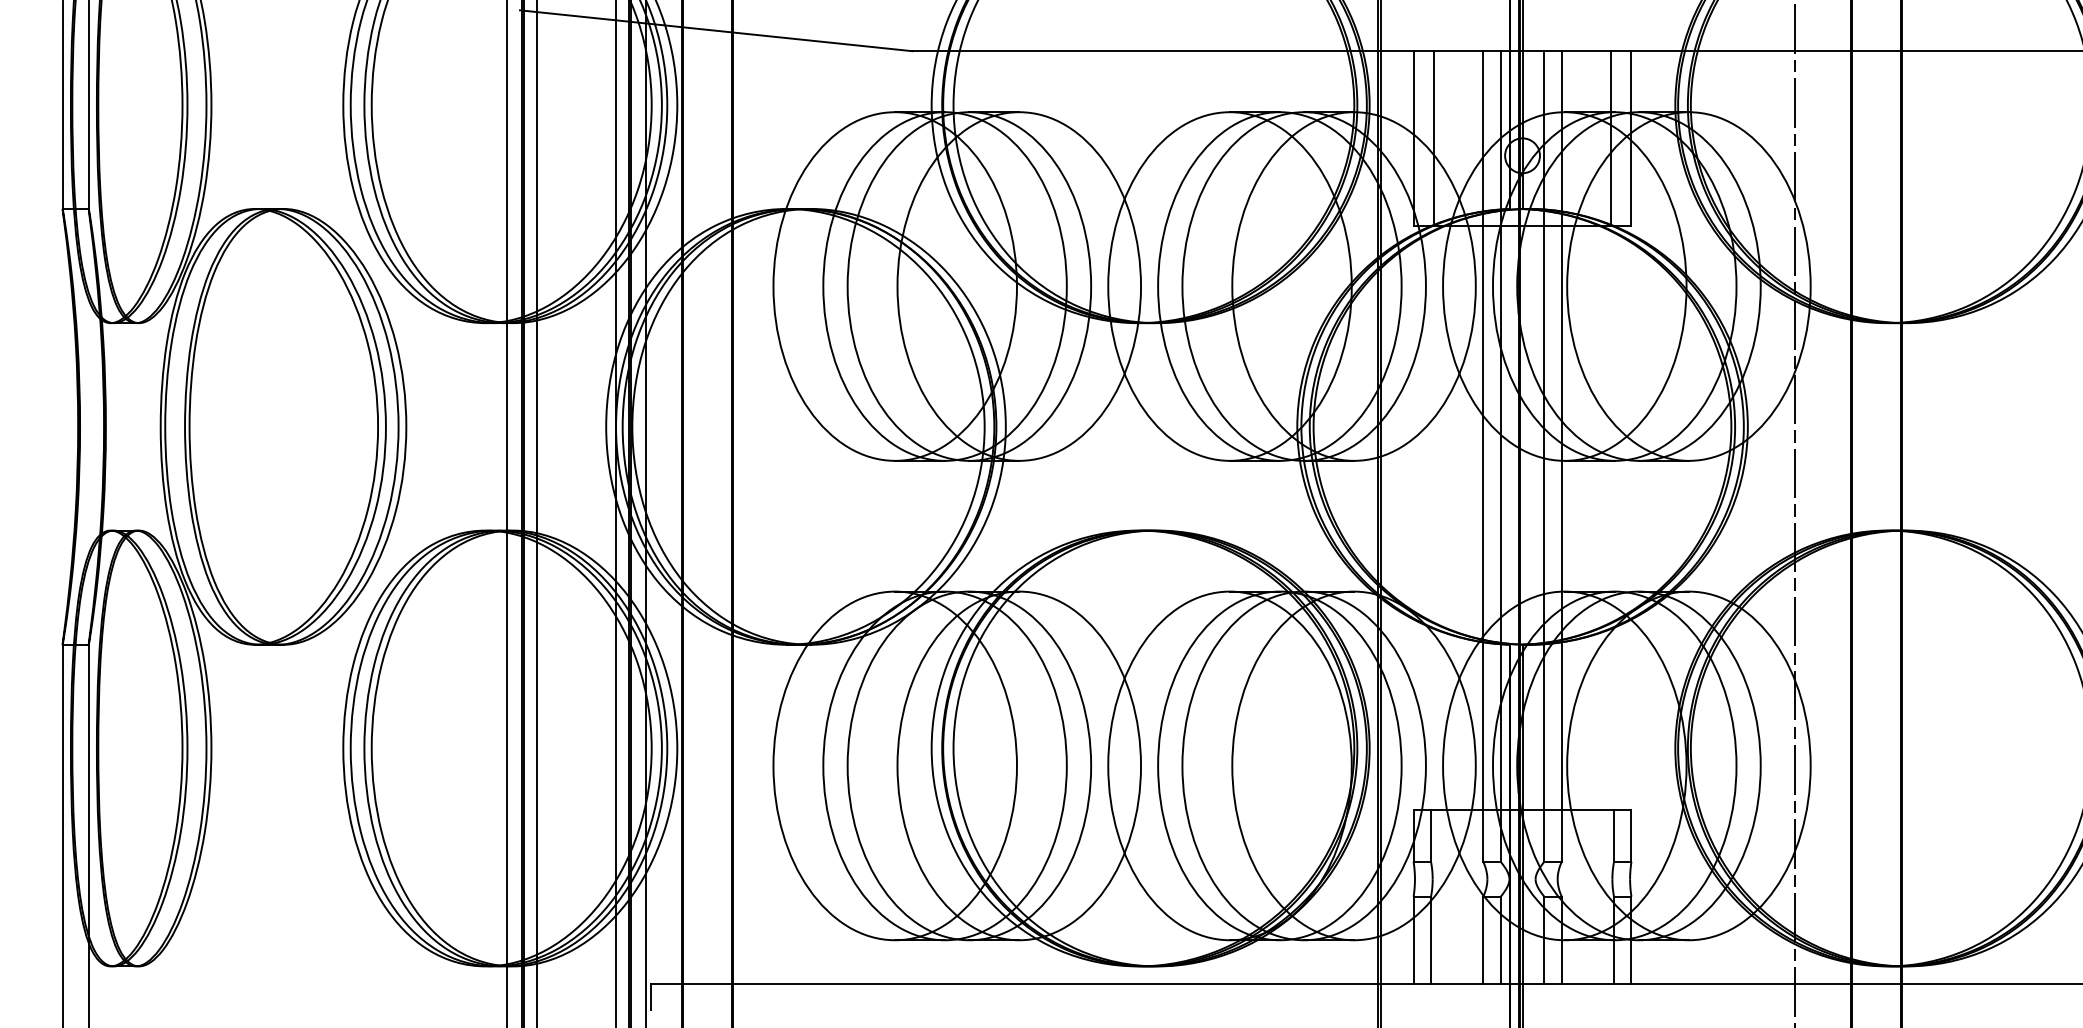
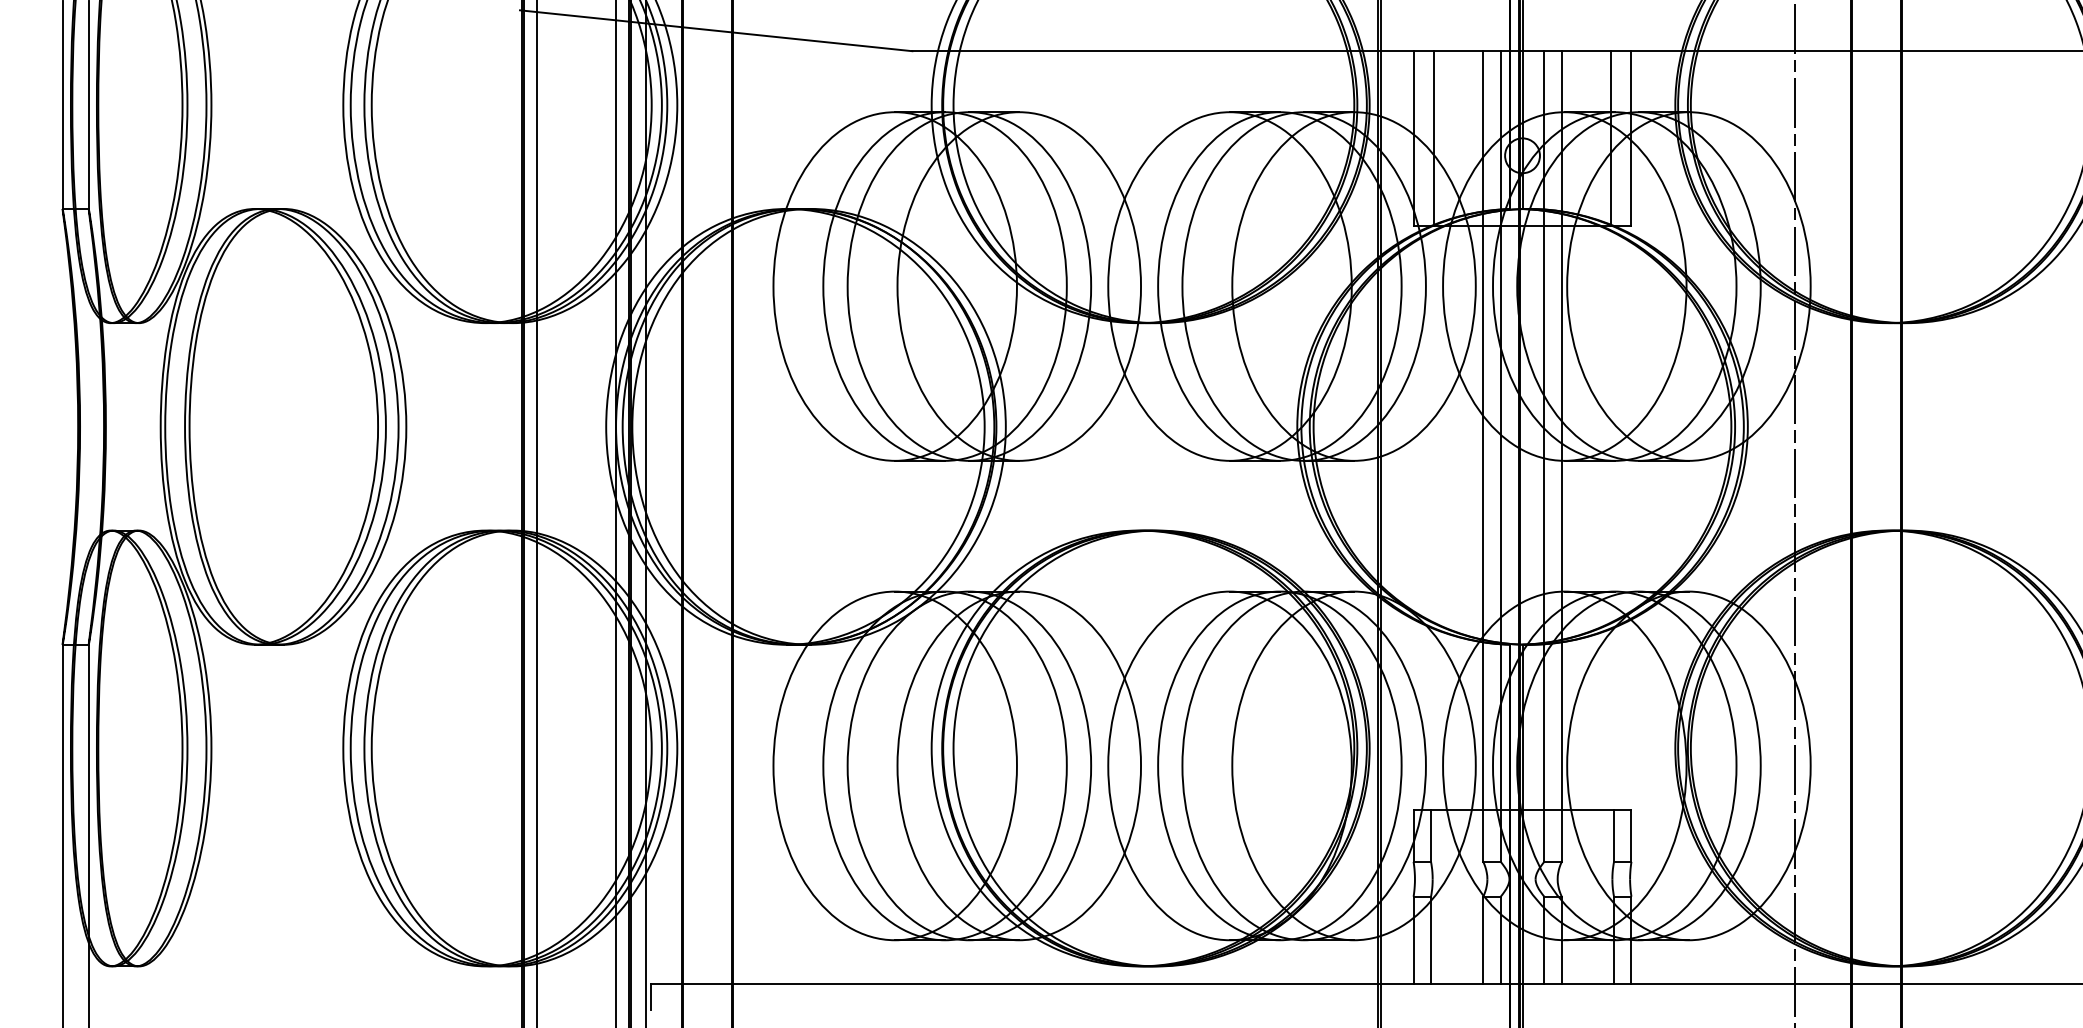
line at (506, 513): present -> none
